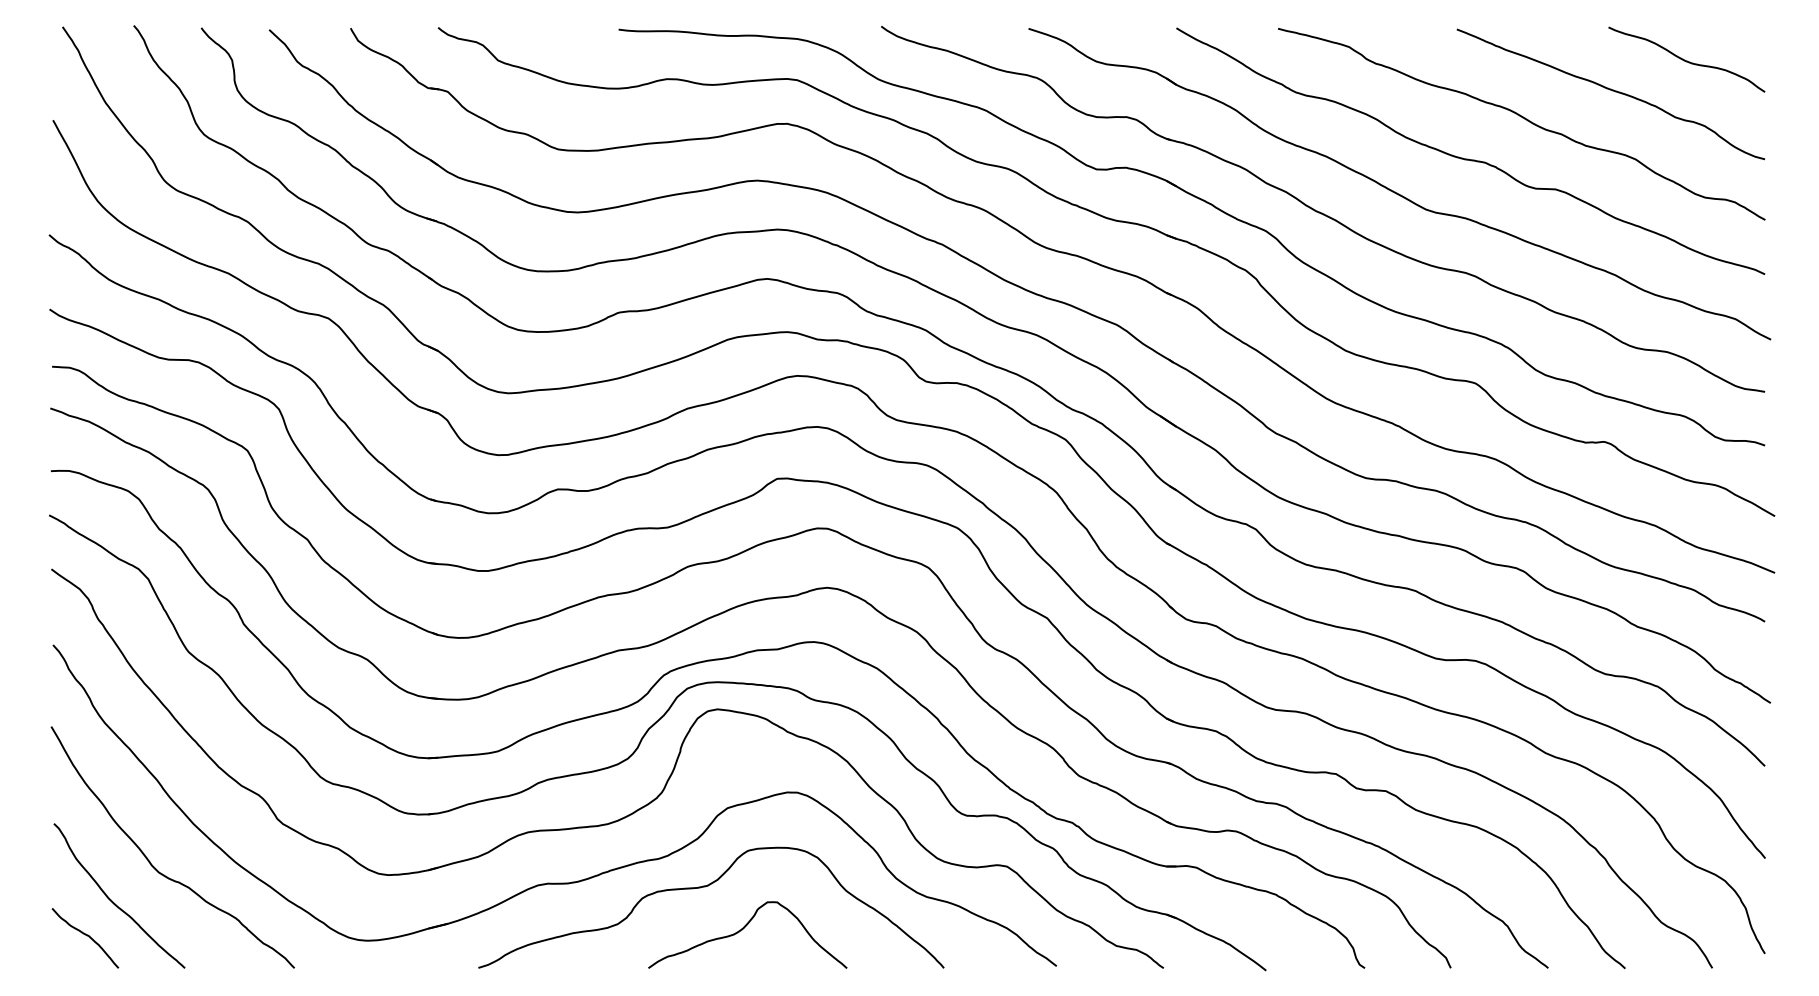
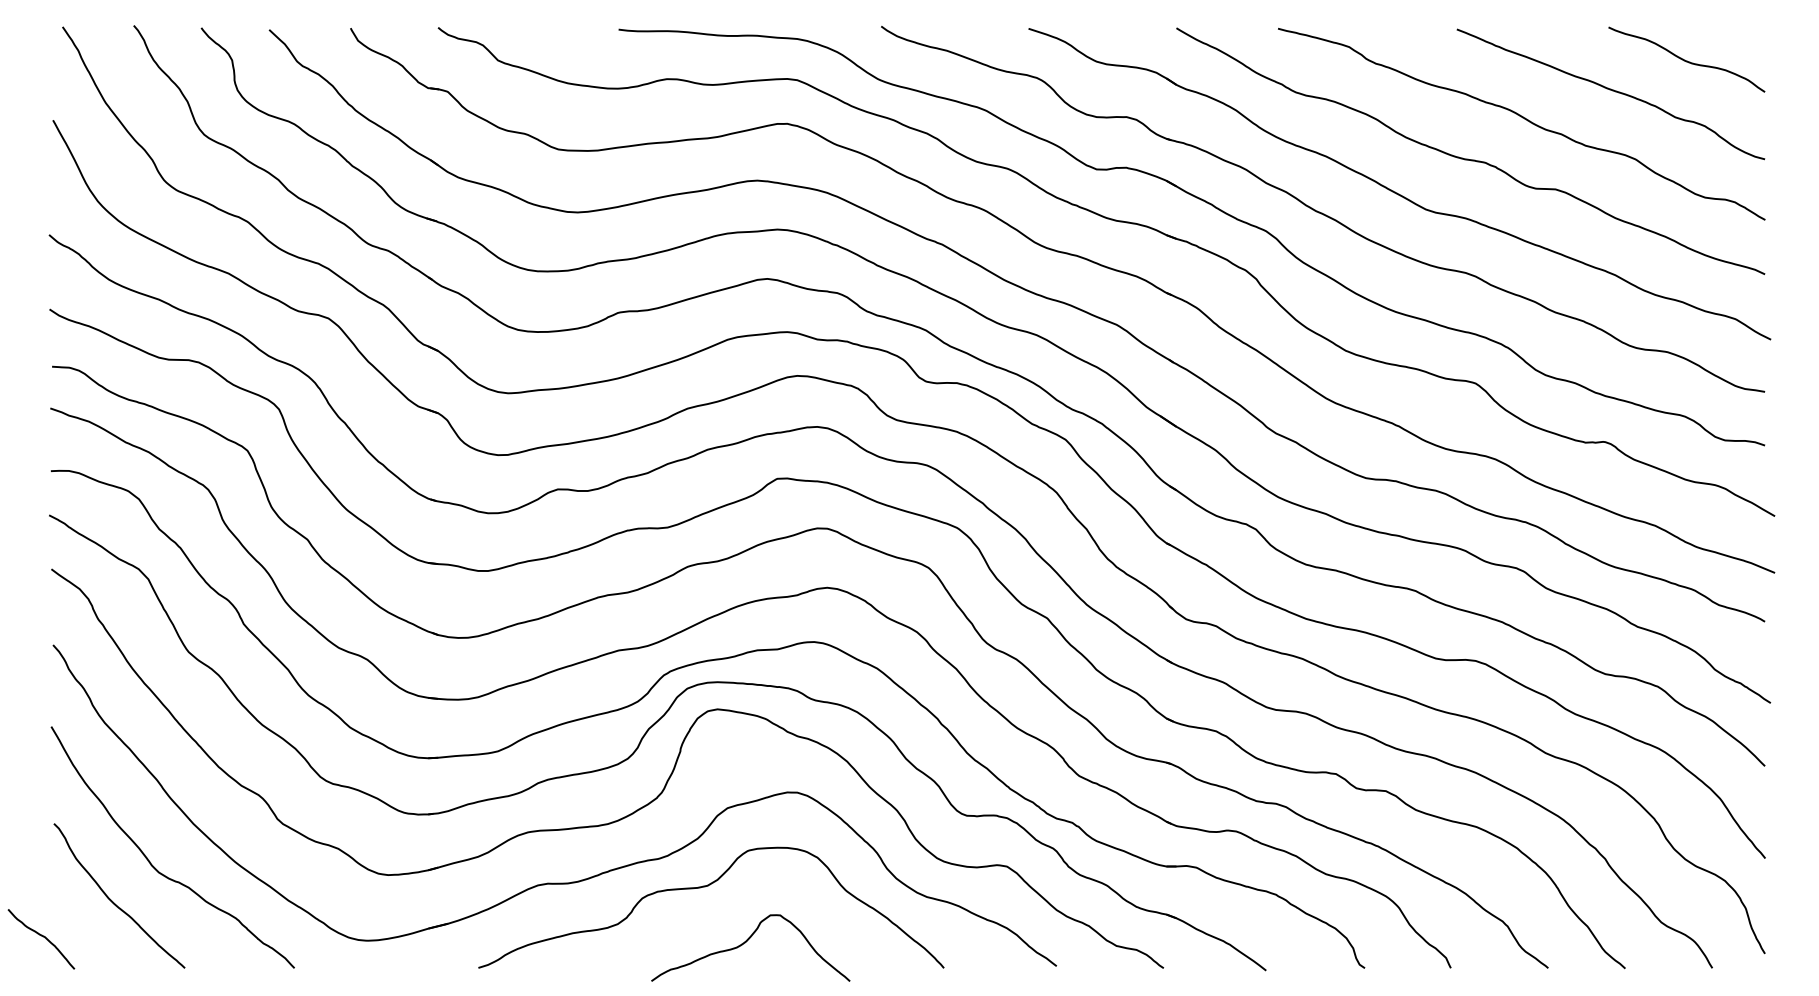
curve at (743, 929) position: (743, 929) -> (746, 942)
curve at (87, 936) position: (87, 936) -> (43, 937)
